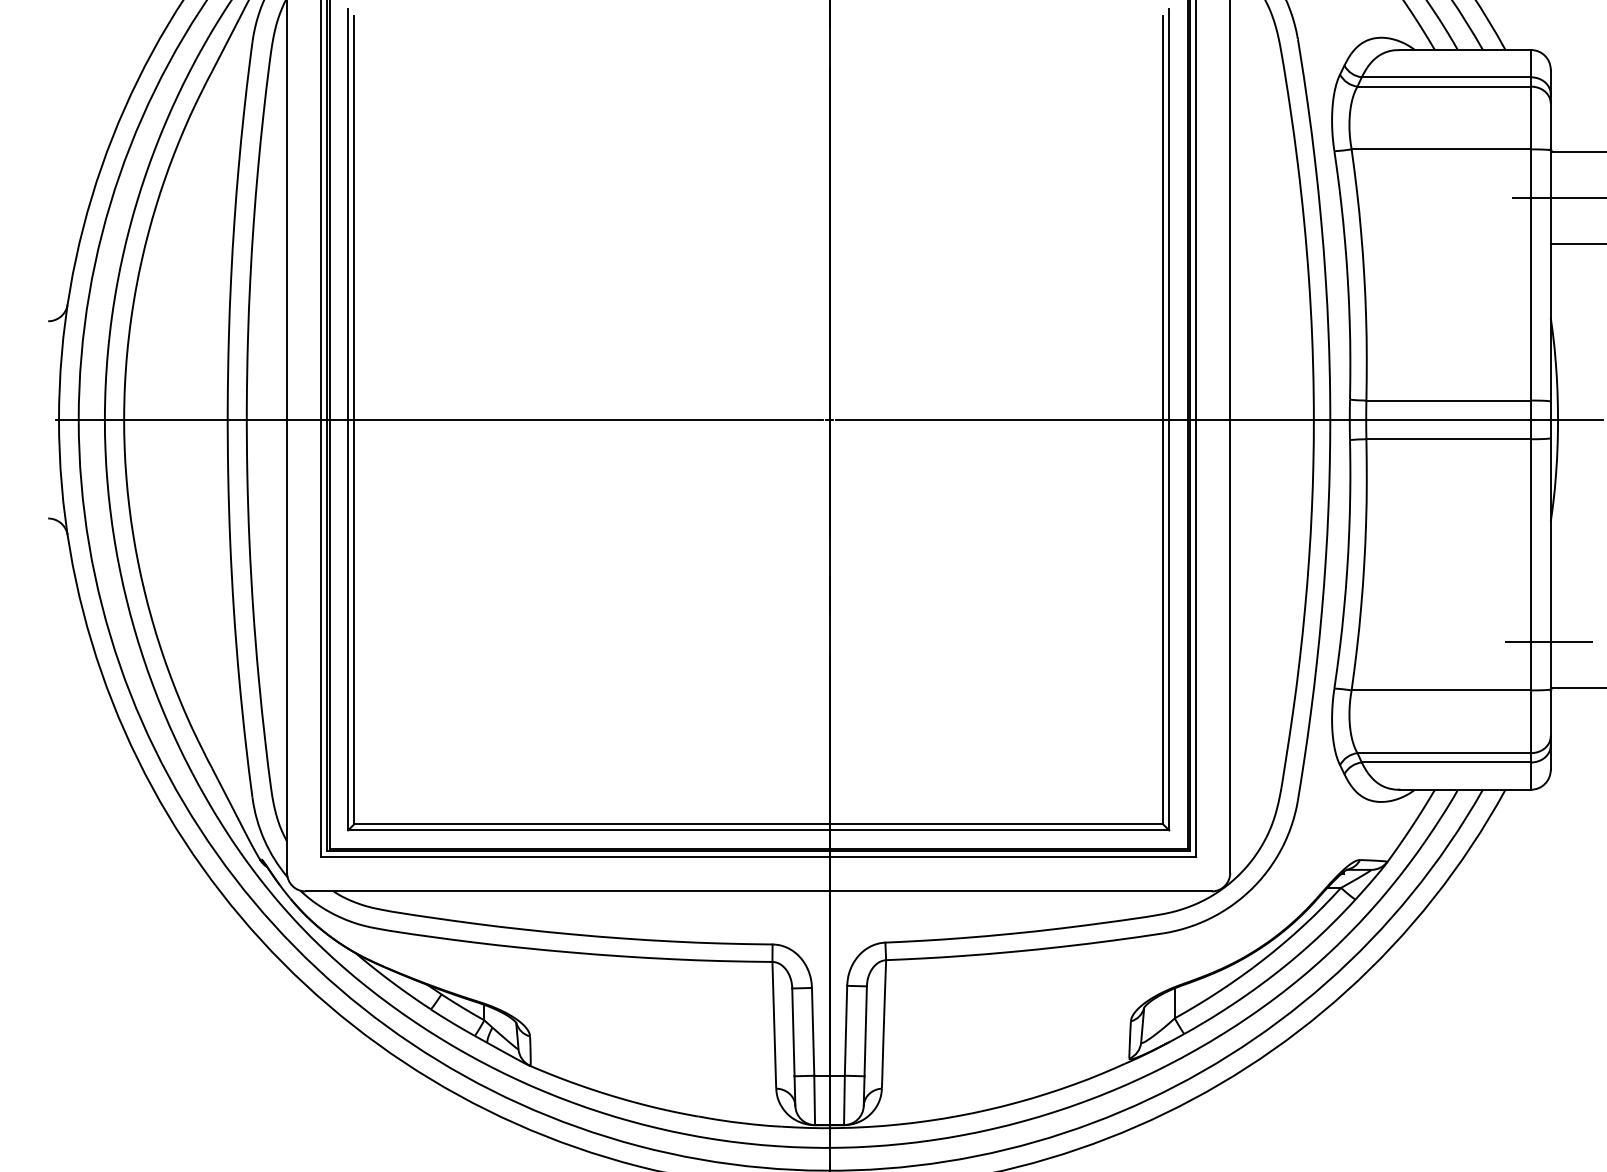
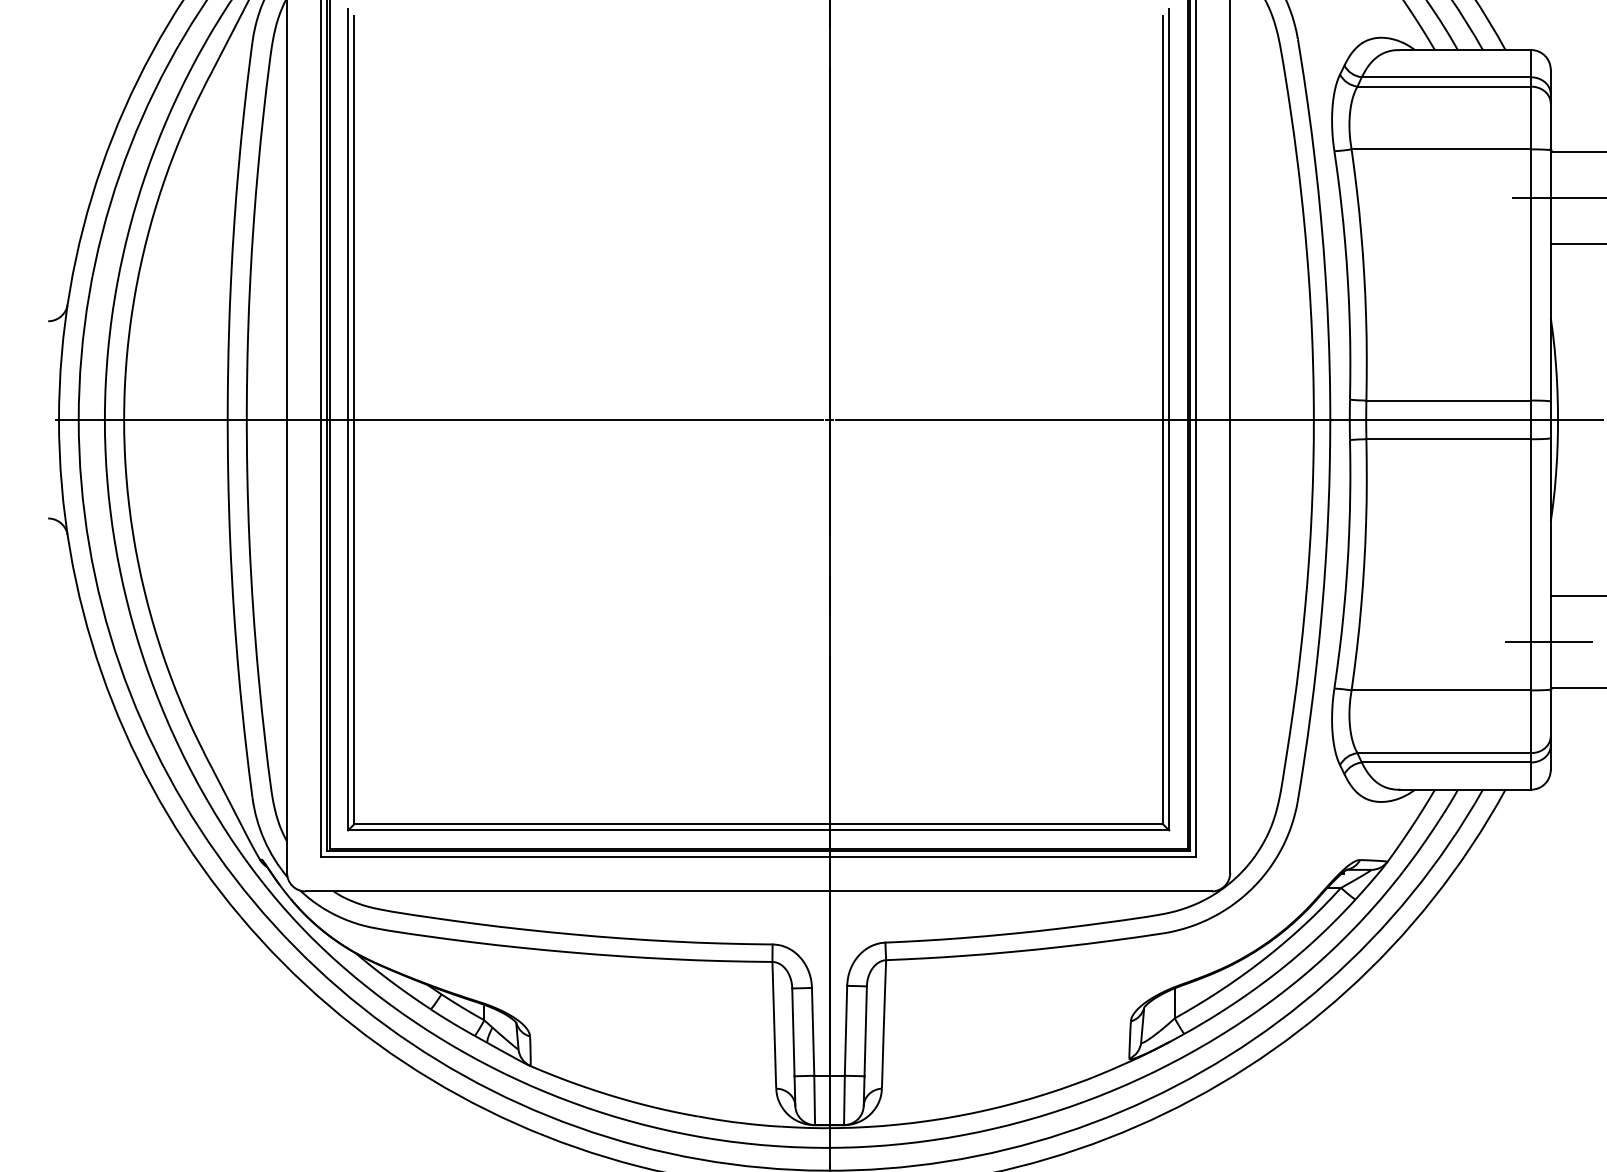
line at (1576, 595): none -> present
